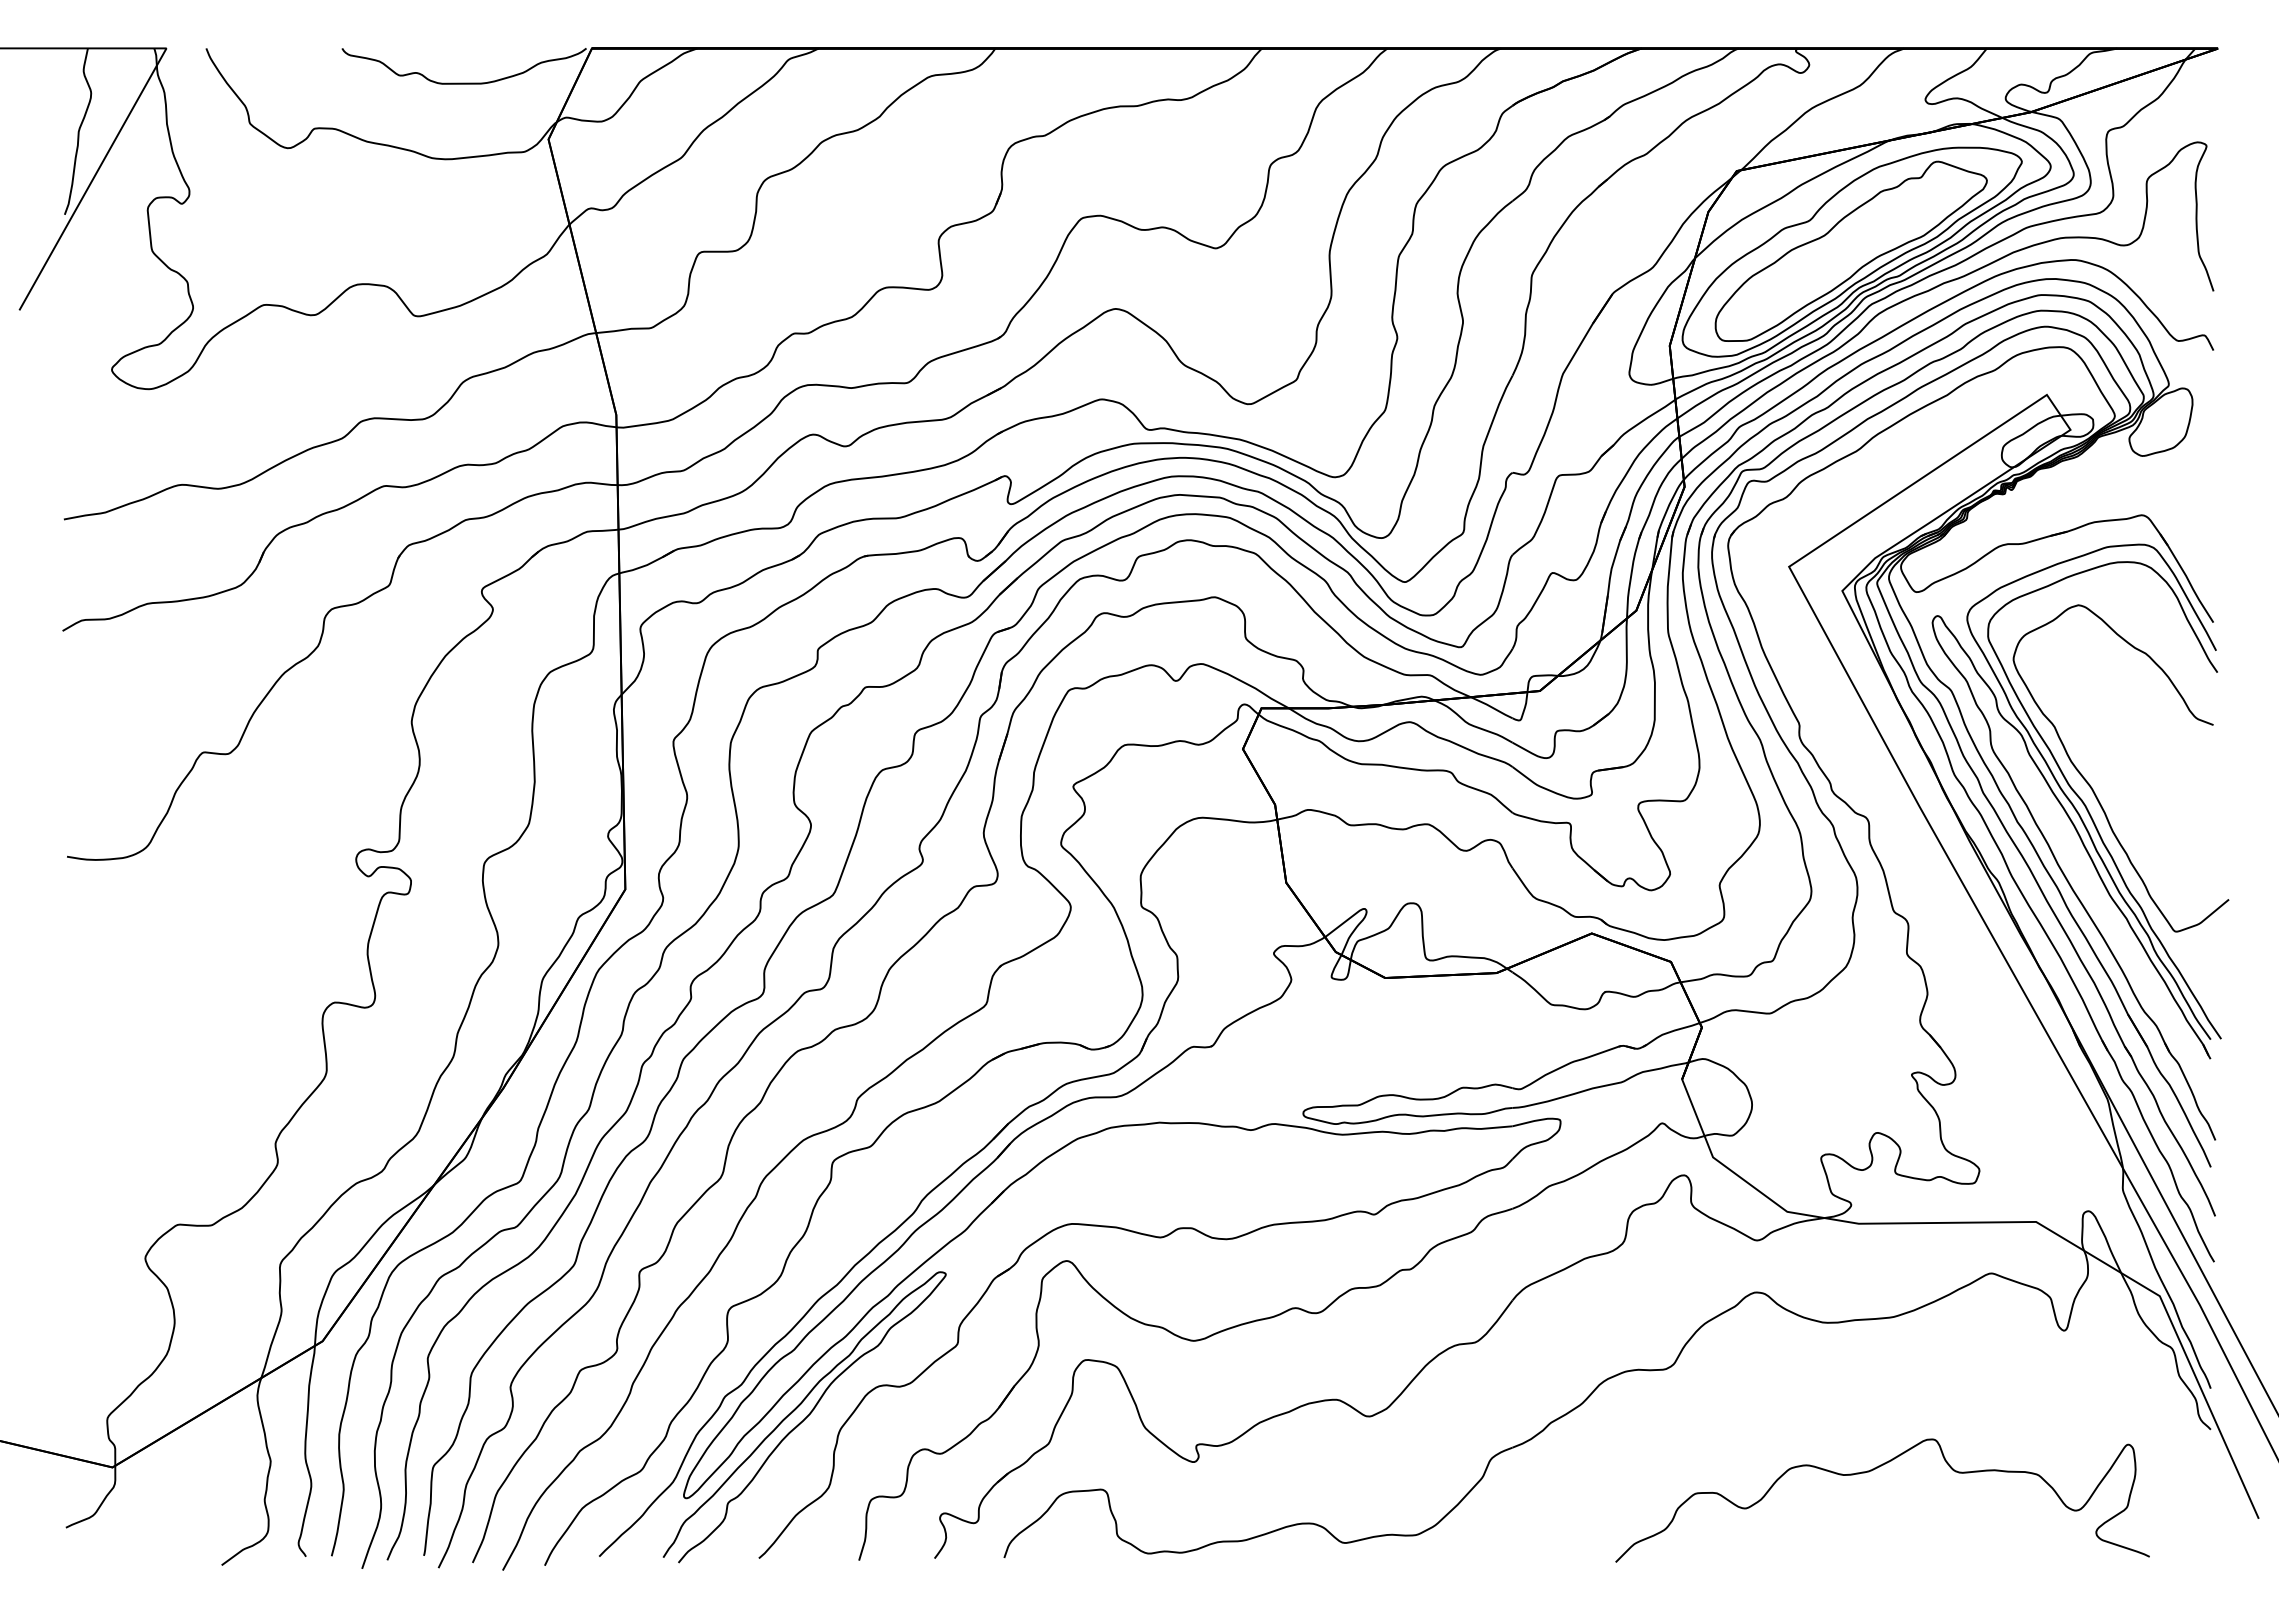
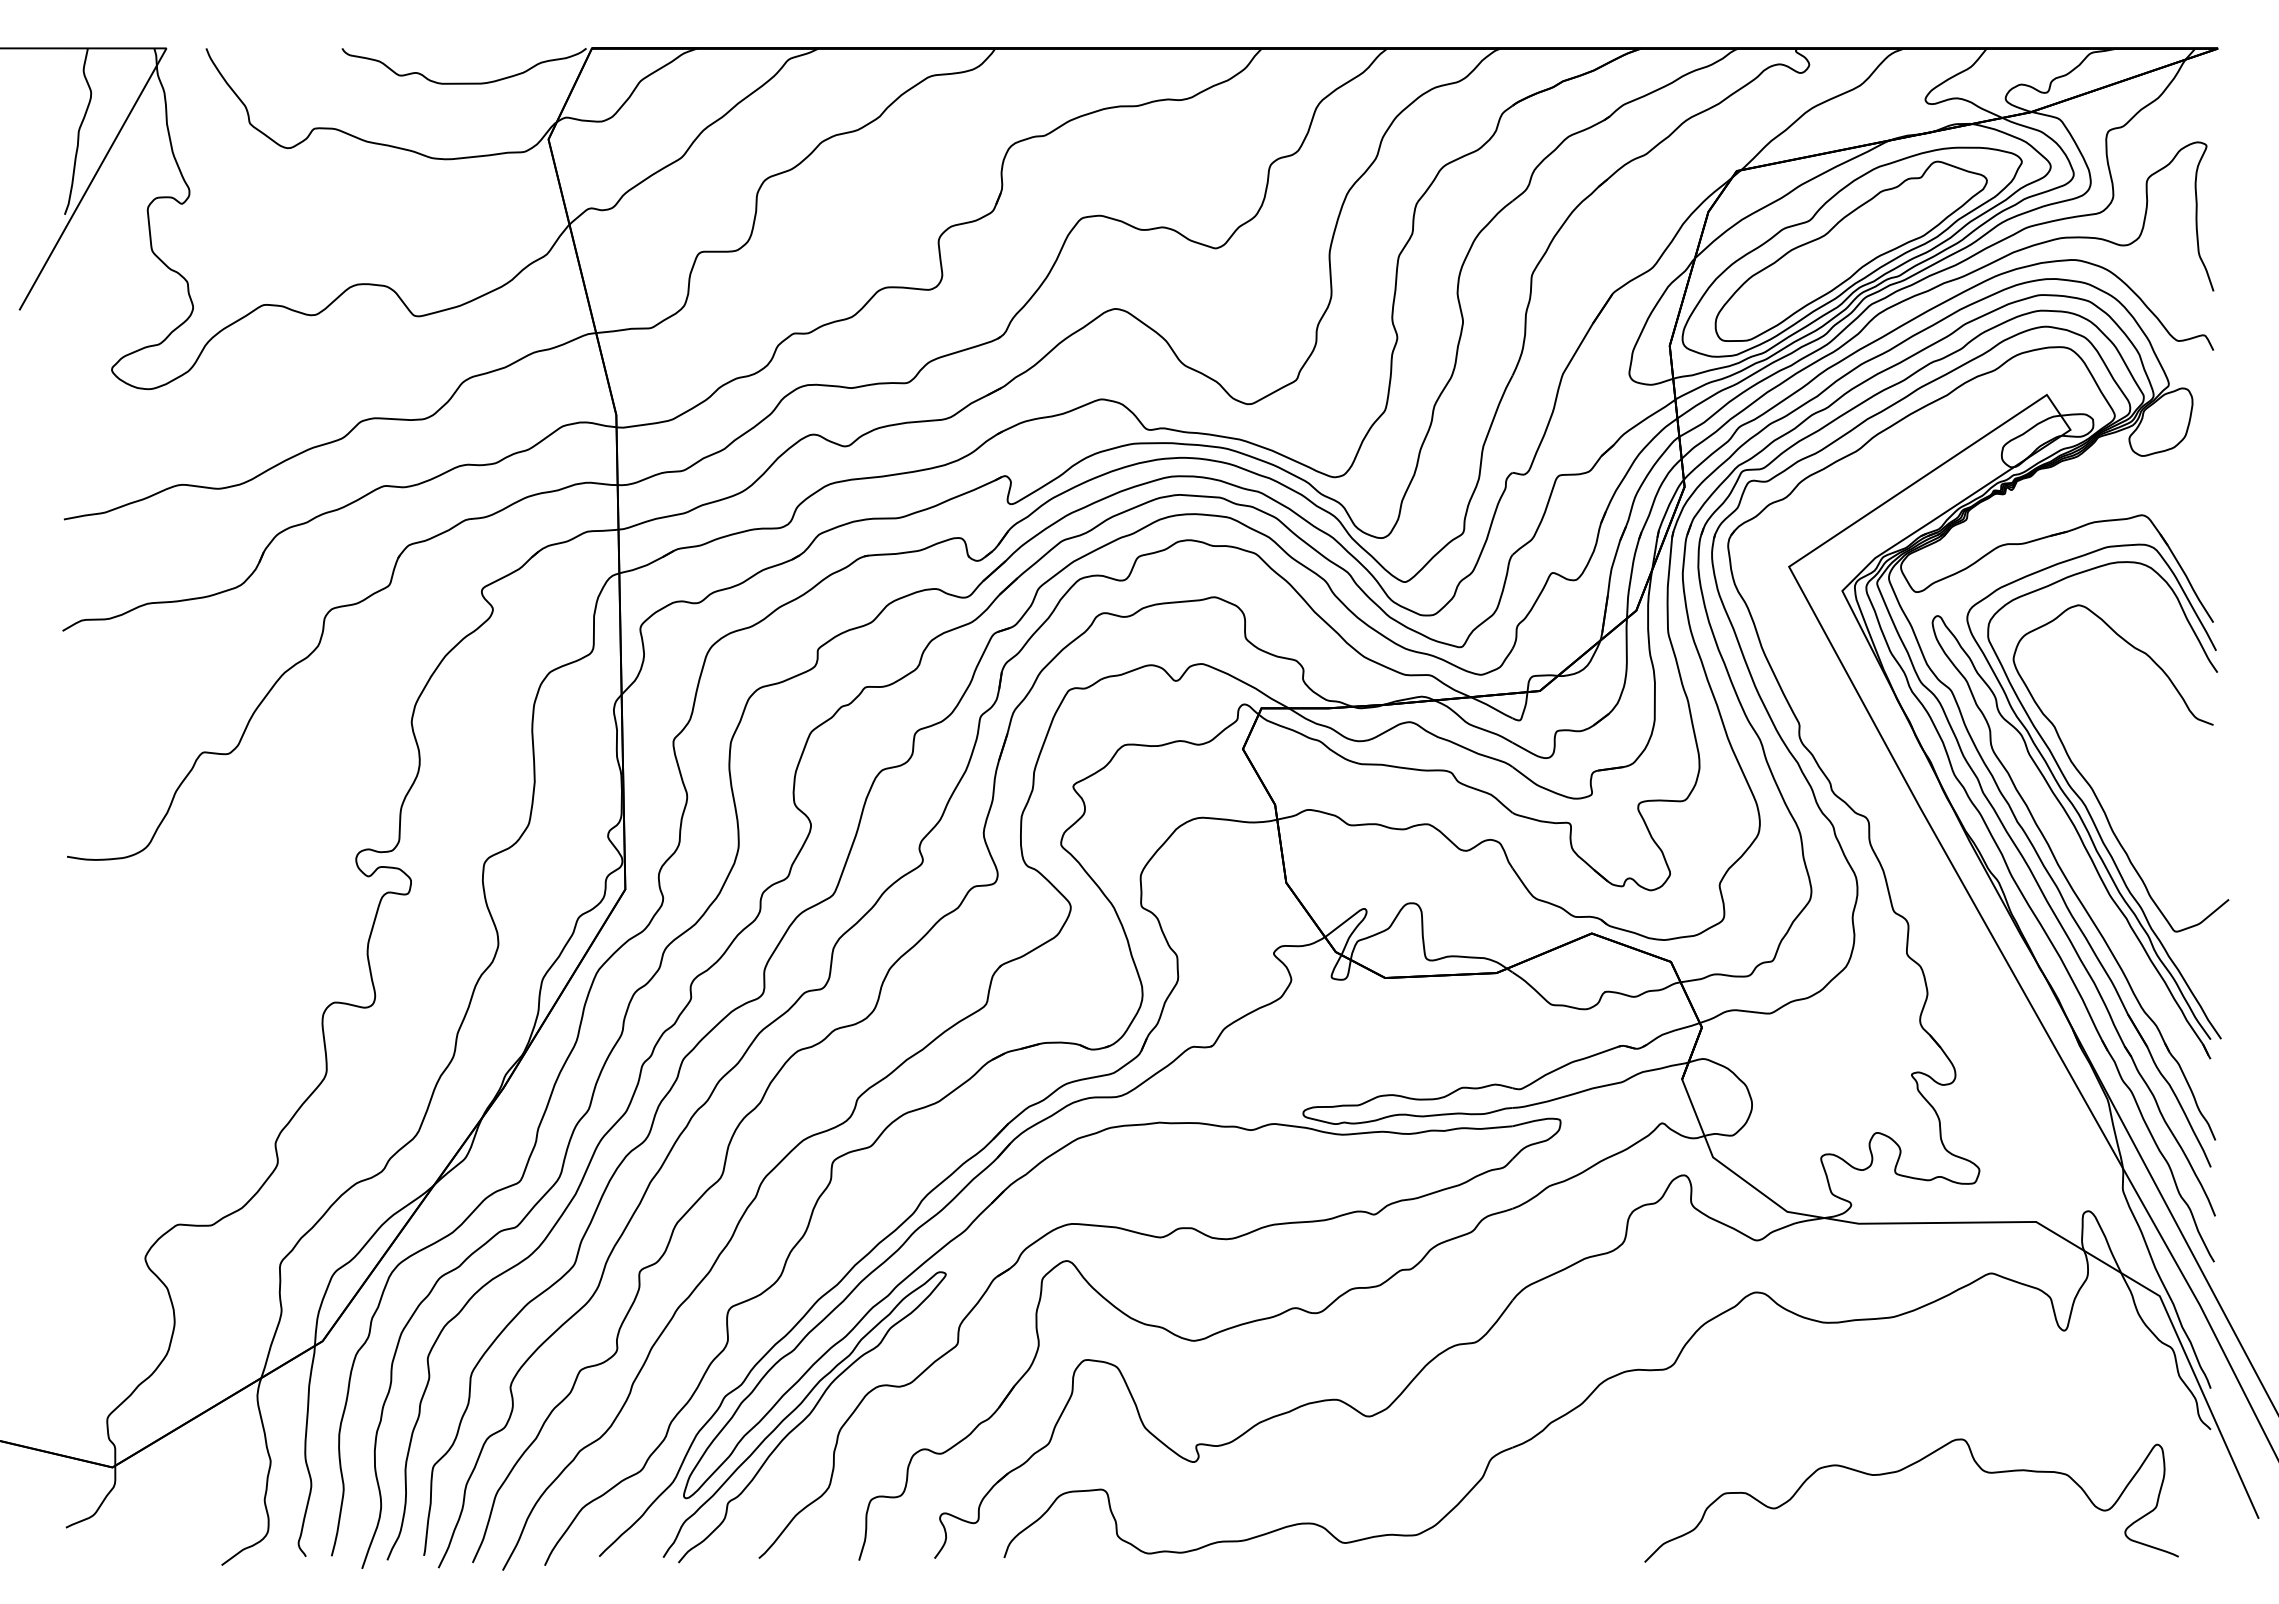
curve at (1869, 1472) position: (1869, 1472) -> (1898, 1472)
